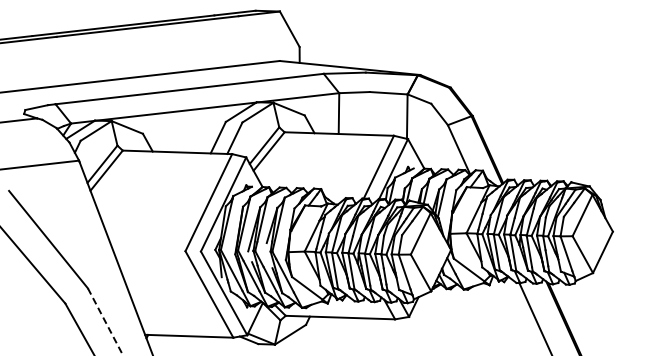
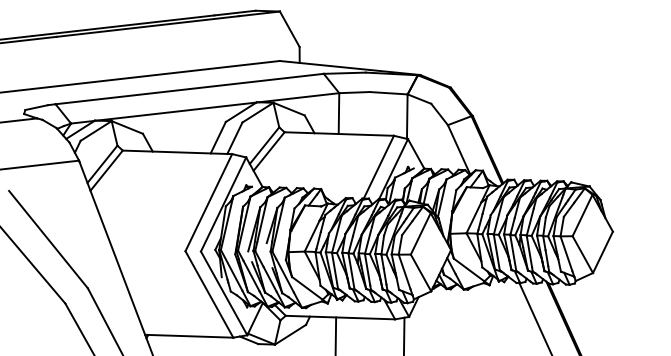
line at (105, 321): dashed -> solid
line at (335, 334): none -> present
line at (404, 334): none -> present
